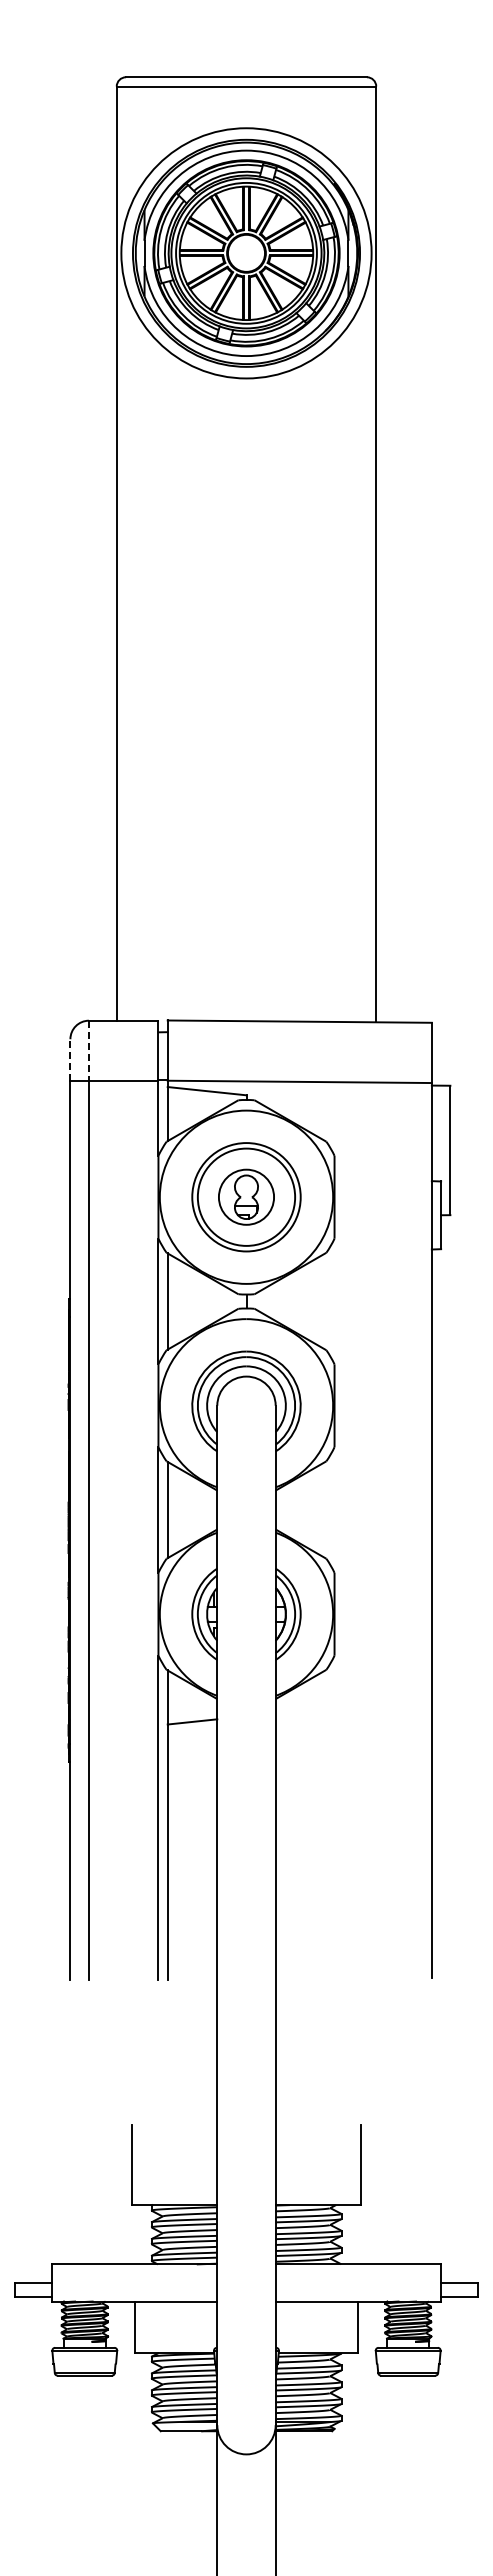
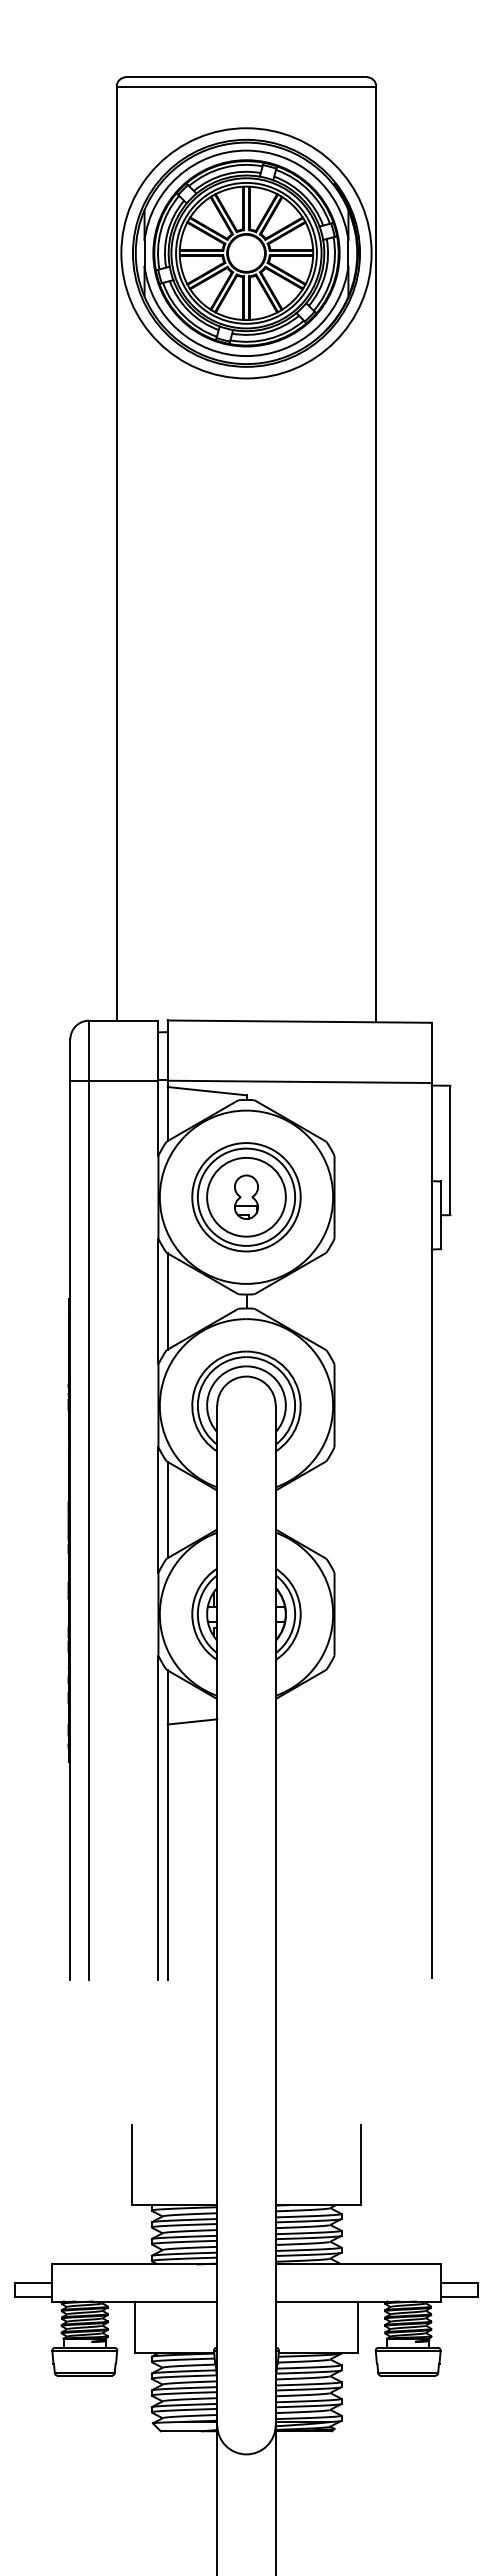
line at (88, 1051): dashed -> solid
line at (70, 1060): dashed -> solid
circle at (246, 1196) diameter: 55 px -> 79 px
